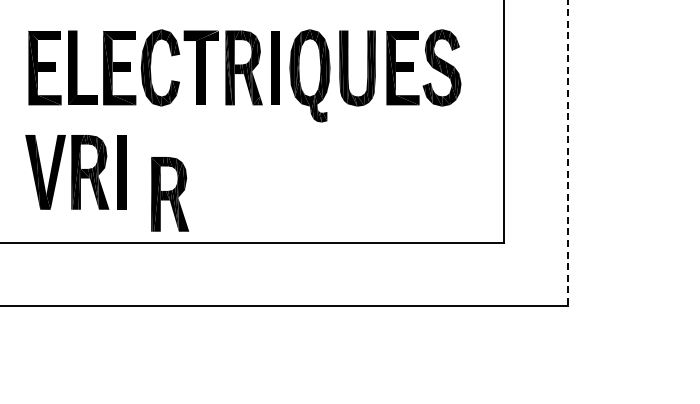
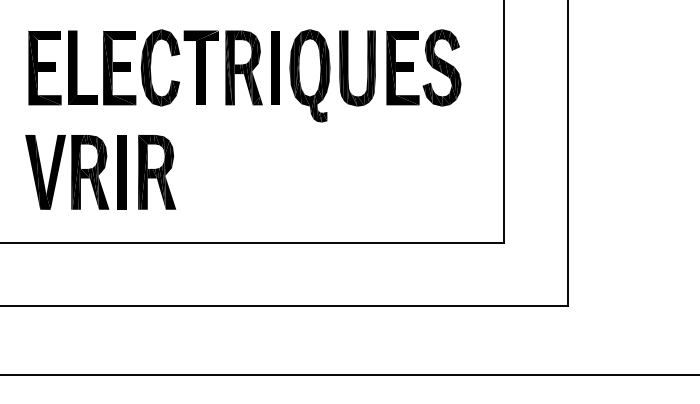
line at (567, 153): dashed -> solid
part at (170, 194) position: (170, 194) -> (157, 172)
line at (349, 374): none -> present
